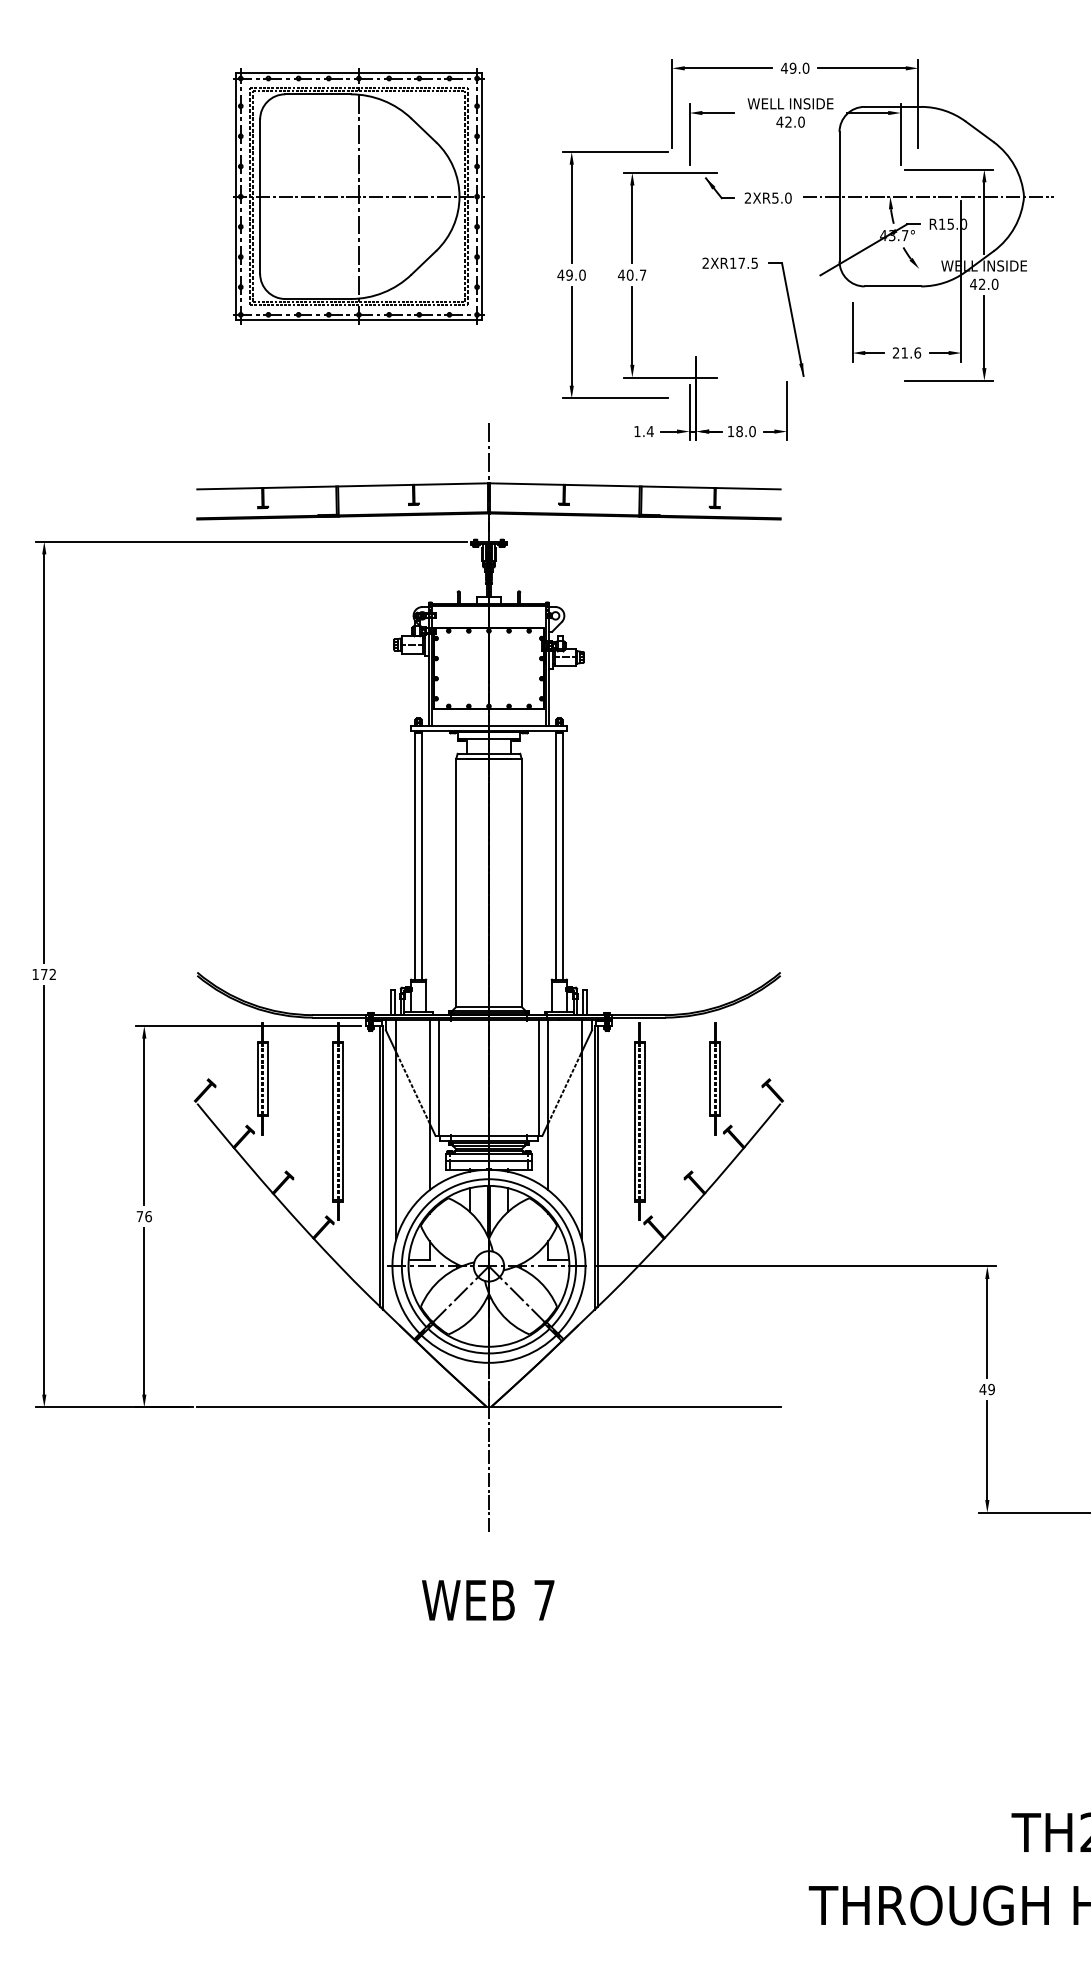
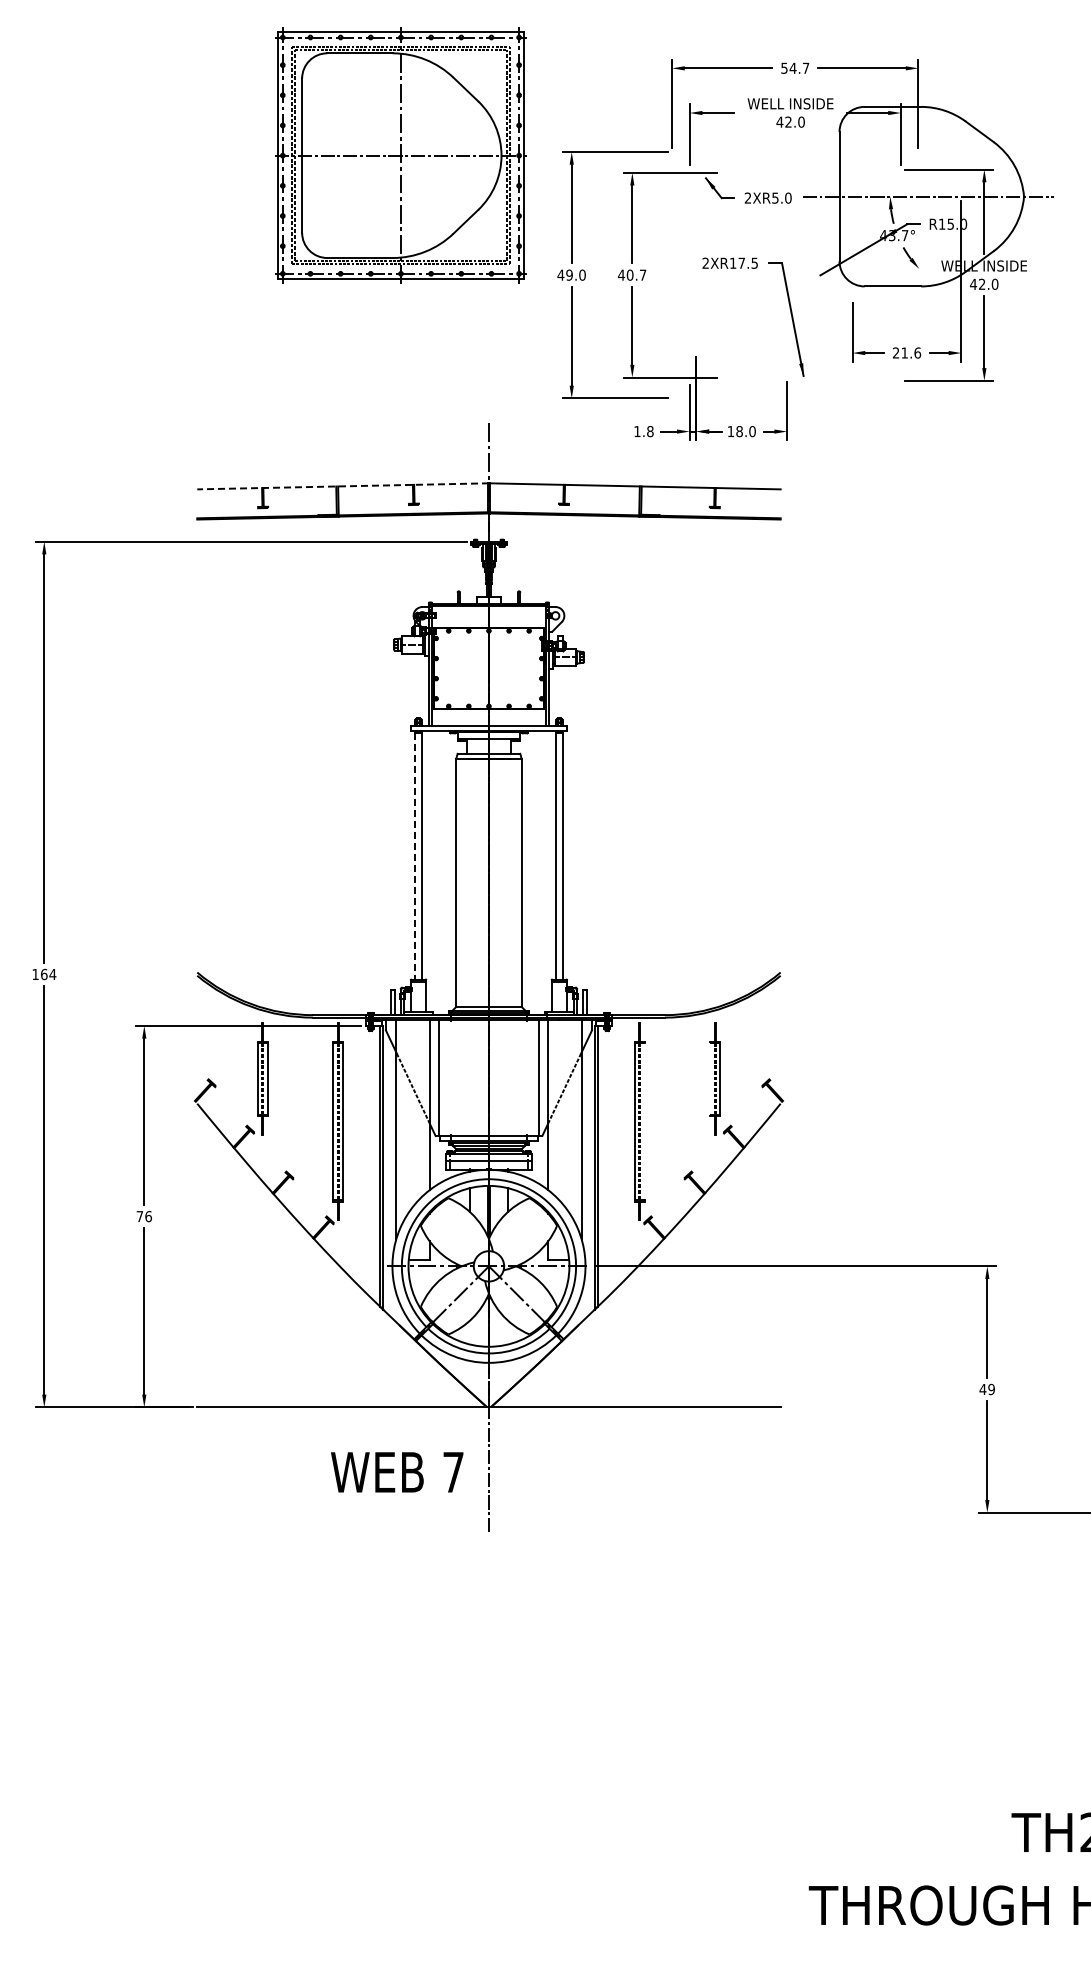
text at (794, 67): 49.0 -> 54.7
part at (358, 196) position: (358, 196) -> (400, 155)
text at (649, 431): 1.4 -> 1.8
line at (343, 486): solid -> dashed
line at (415, 856): solid -> dashed
text at (48, 974): 172 -> 164
line at (710, 1078): present -> none
line at (644, 1121): present -> none
text at (488, 1600) position: (488, 1600) -> (397, 1472)
